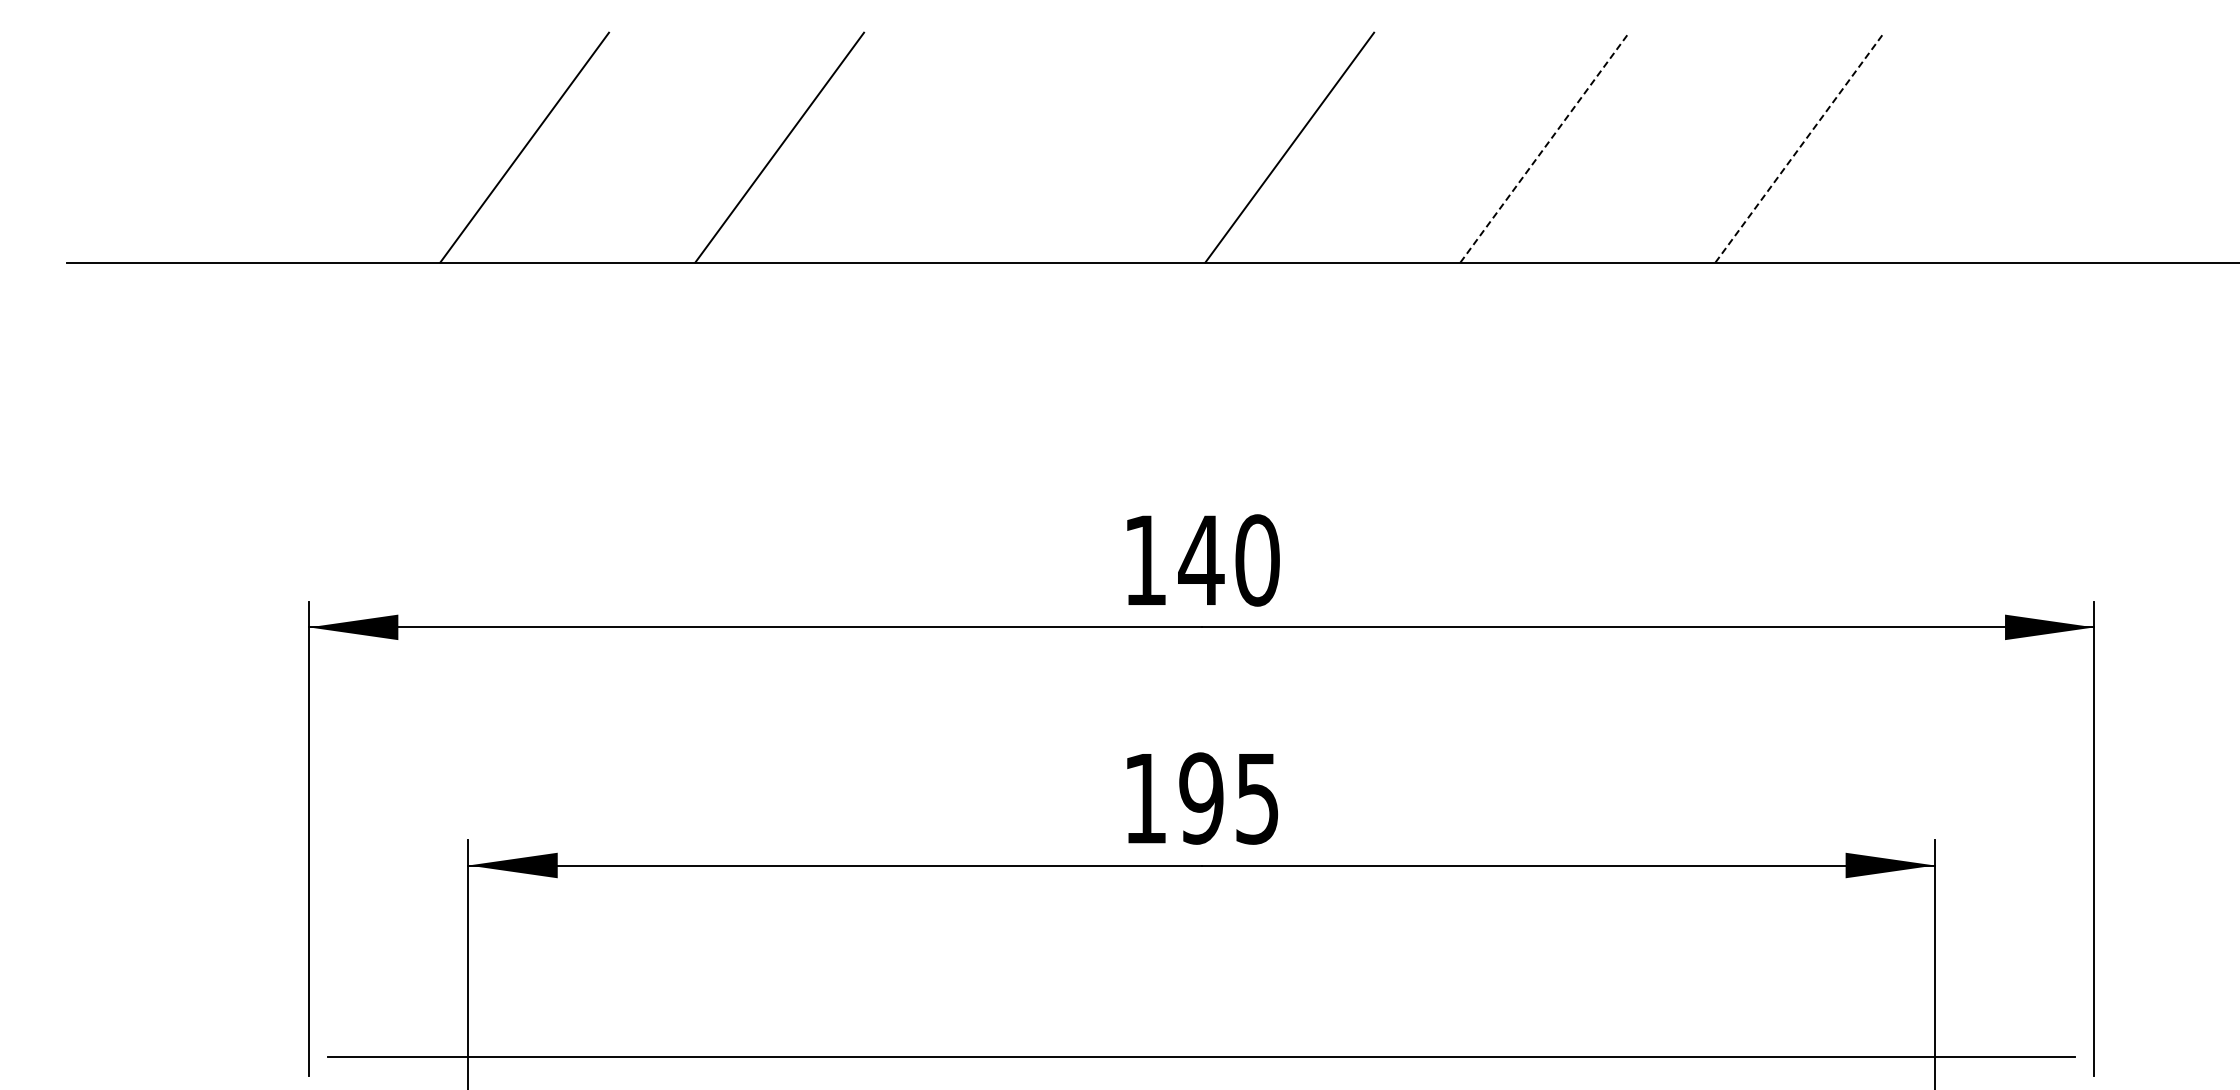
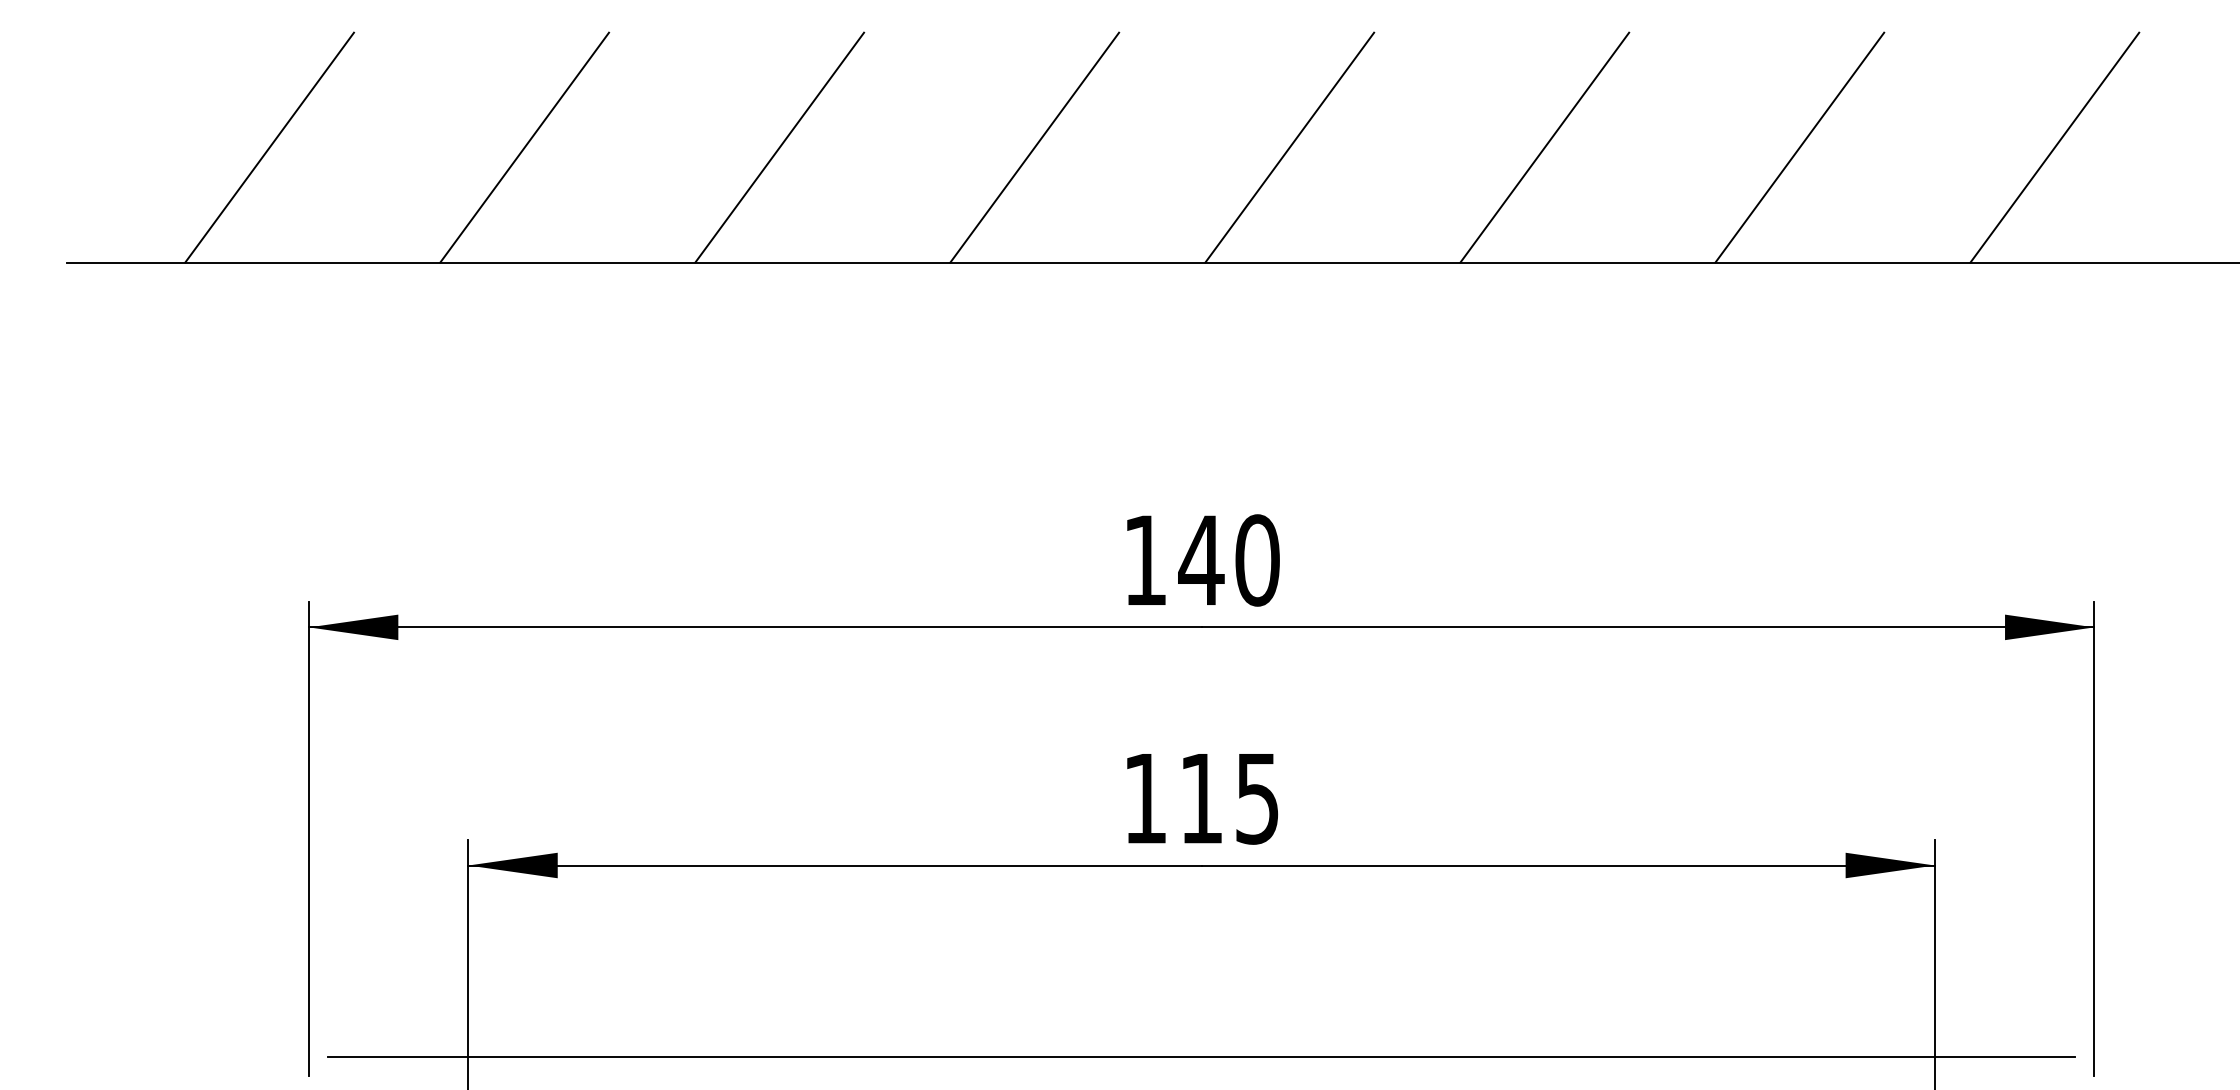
line at (269, 147): none -> present
line at (1034, 147): none -> present
line at (1544, 147): dashed -> solid
line at (1799, 147): dashed -> solid
line at (2054, 147): none -> present
text at (1201, 798): 195 -> 115
